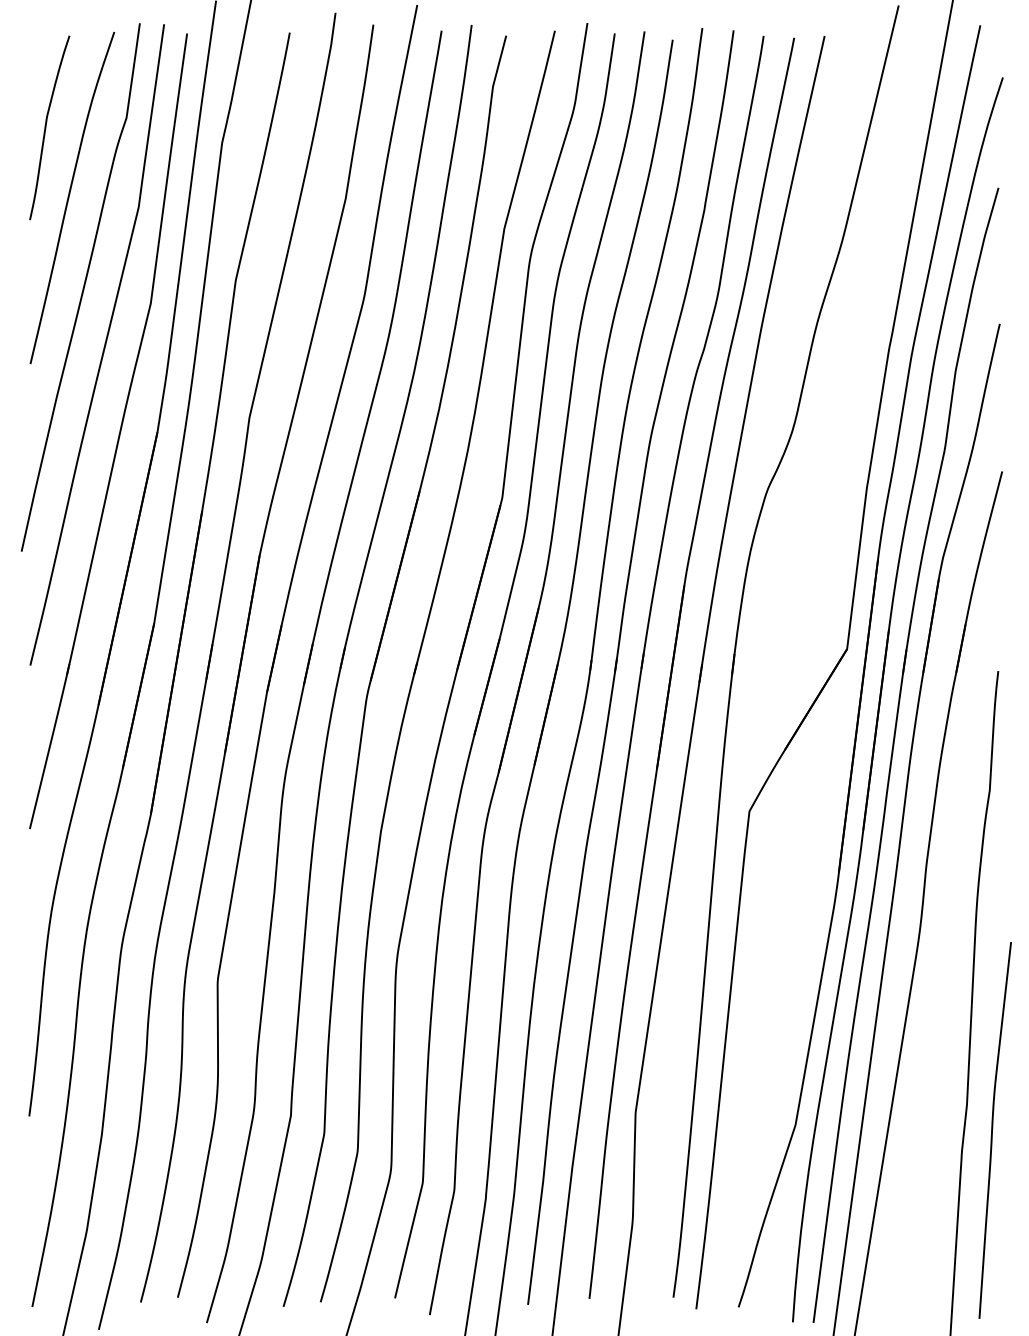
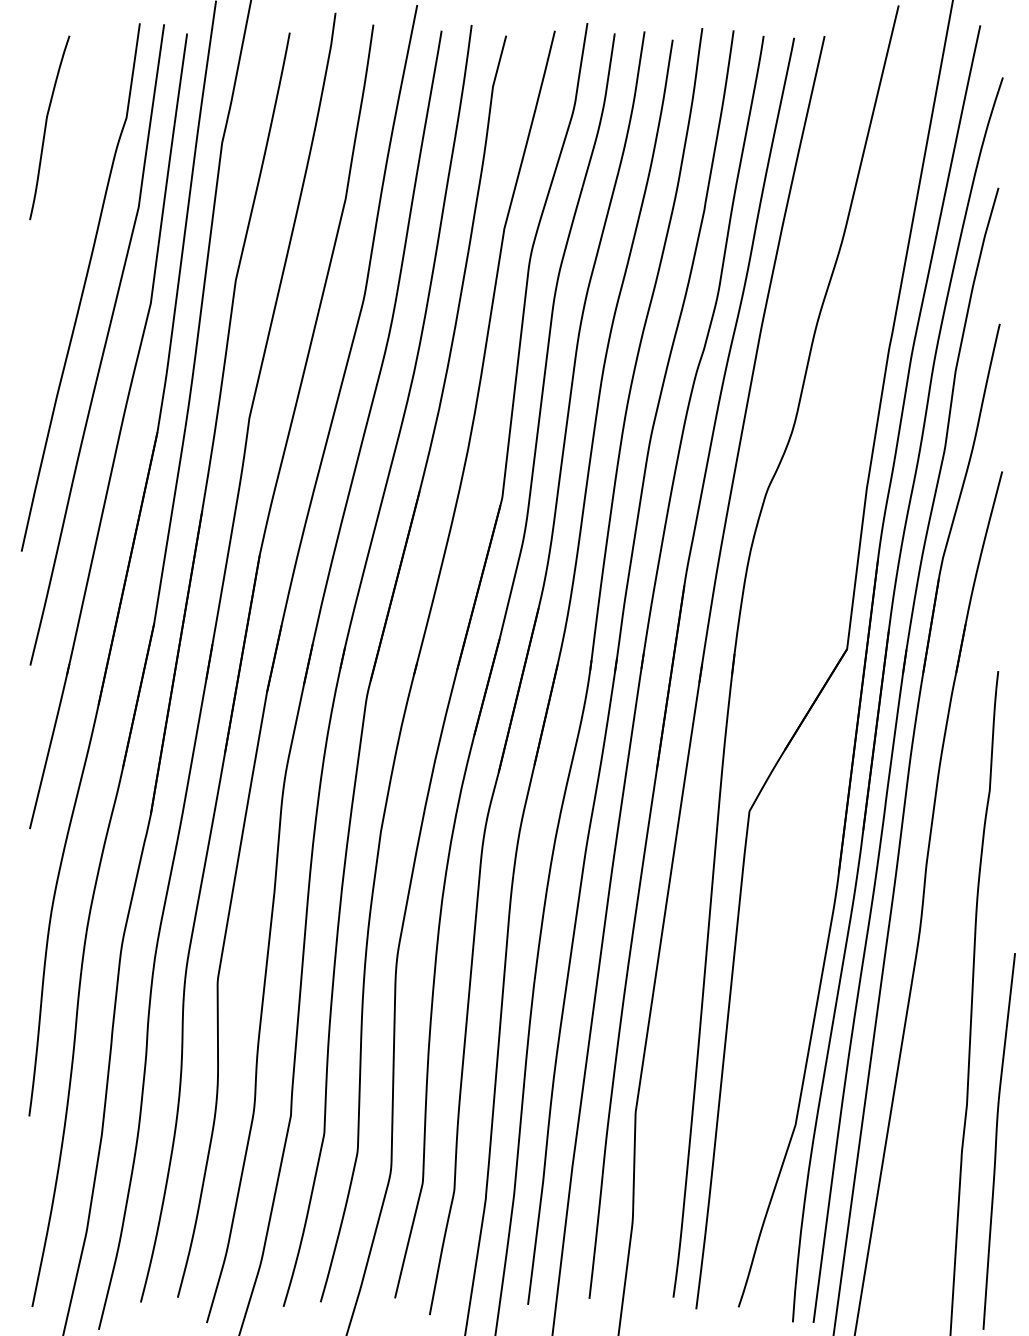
curve at (69, 197): present -> none
curve at (992, 1130) position: (992, 1130) -> (996, 1141)
